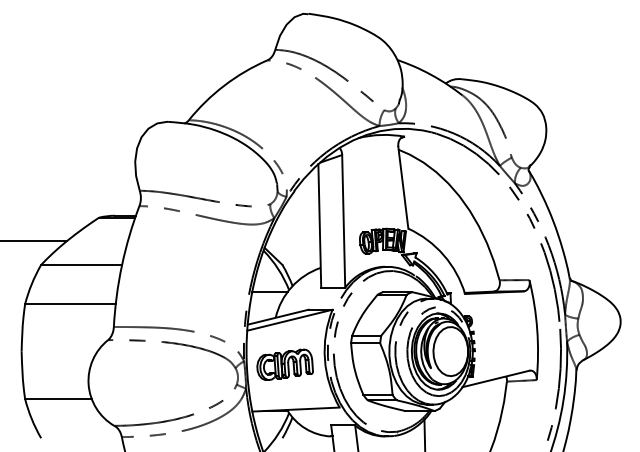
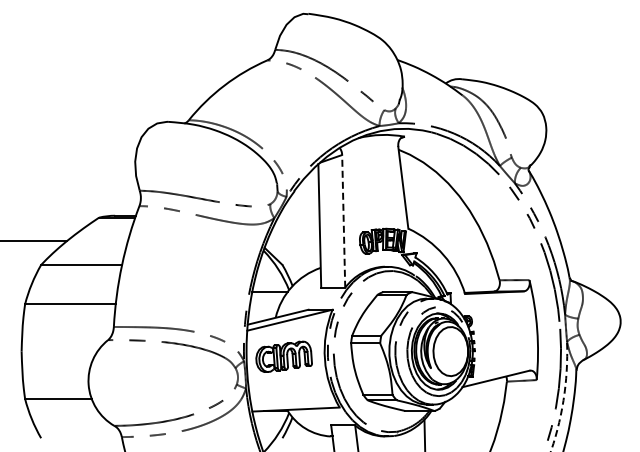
line at (343, 220): solid -> dashed
part at (284, 364) position: (284, 364) -> (283, 356)
arc at (563, 397): solid -> dashed
